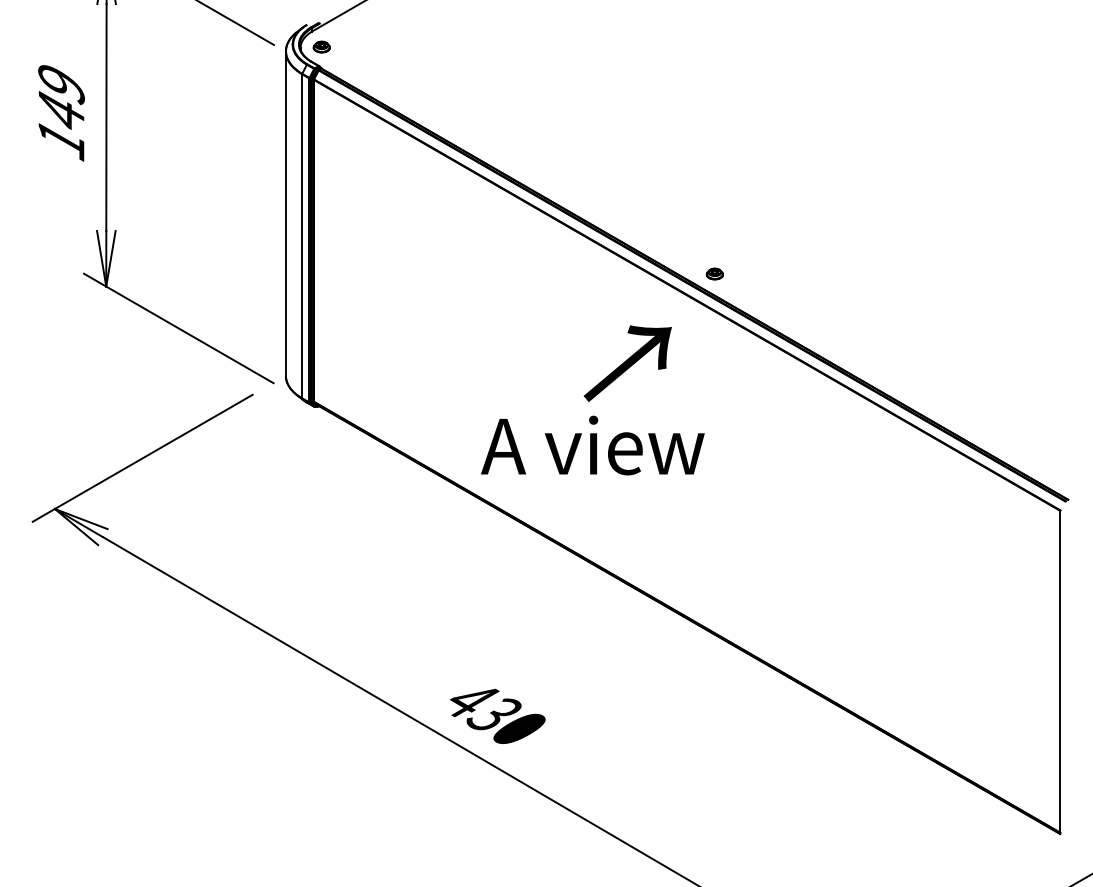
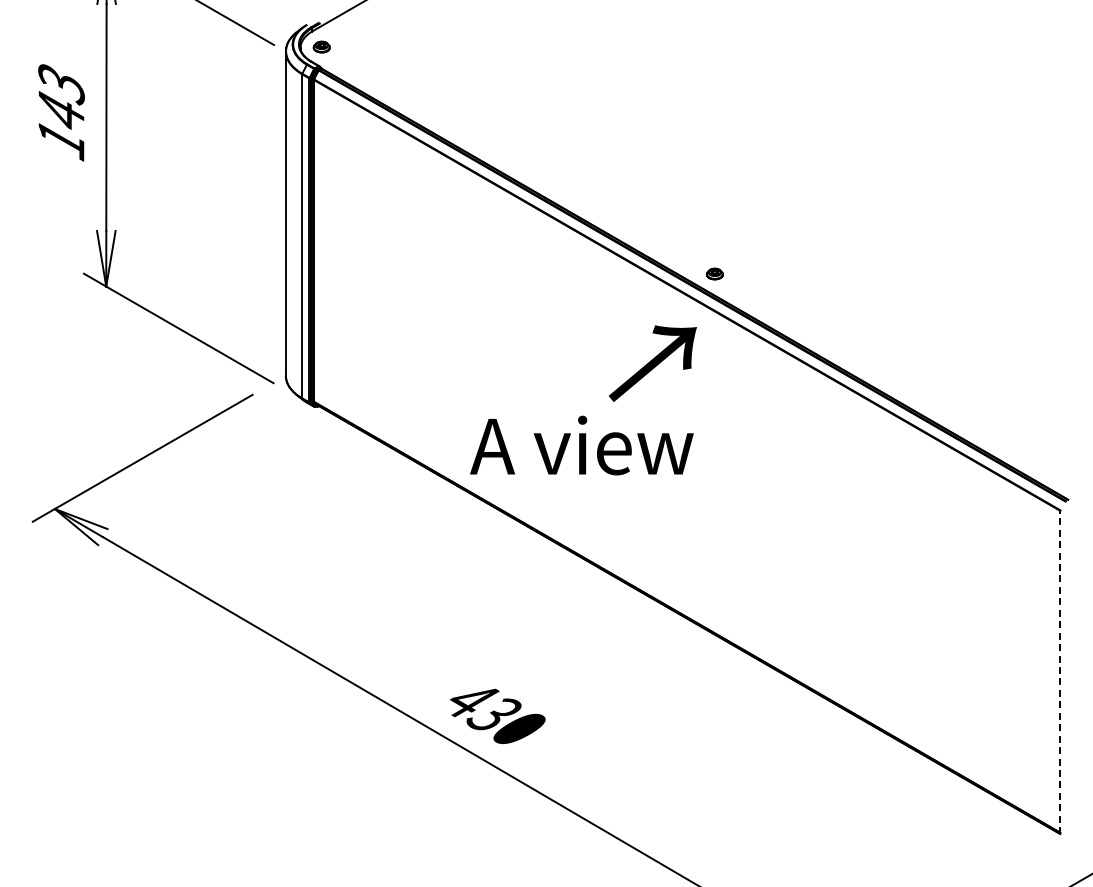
text at (61, 84): 149 -> 143
text at (627, 363) position: (627, 363) -> (652, 363)
text at (592, 445) position: (592, 445) -> (581, 445)
line at (1060, 672): solid -> dashed
